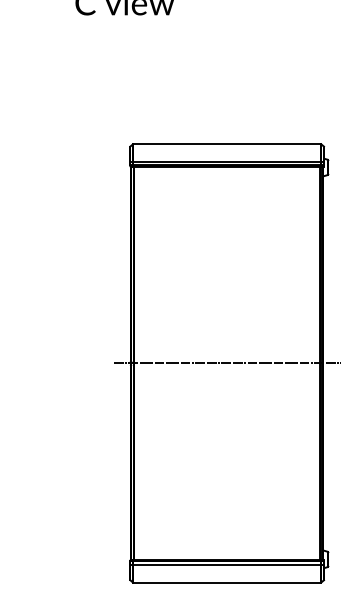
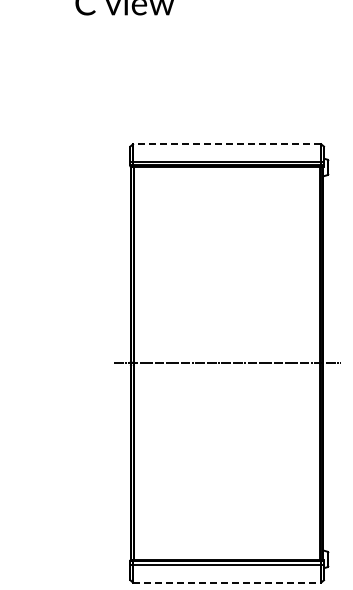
line at (227, 144): solid -> dashed
line at (227, 582): solid -> dashed
